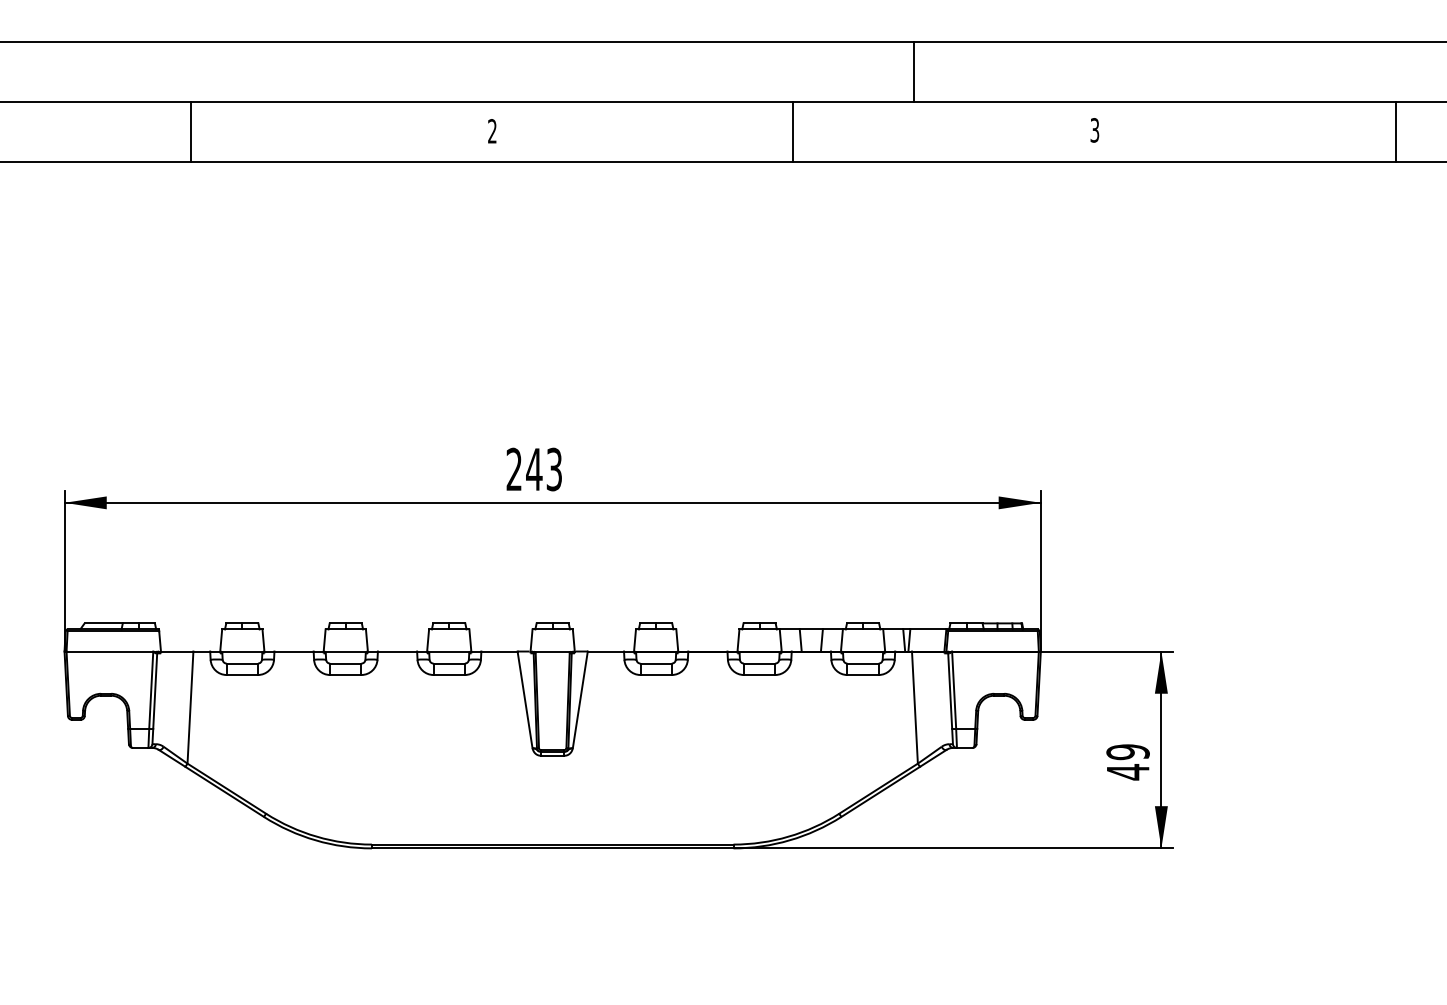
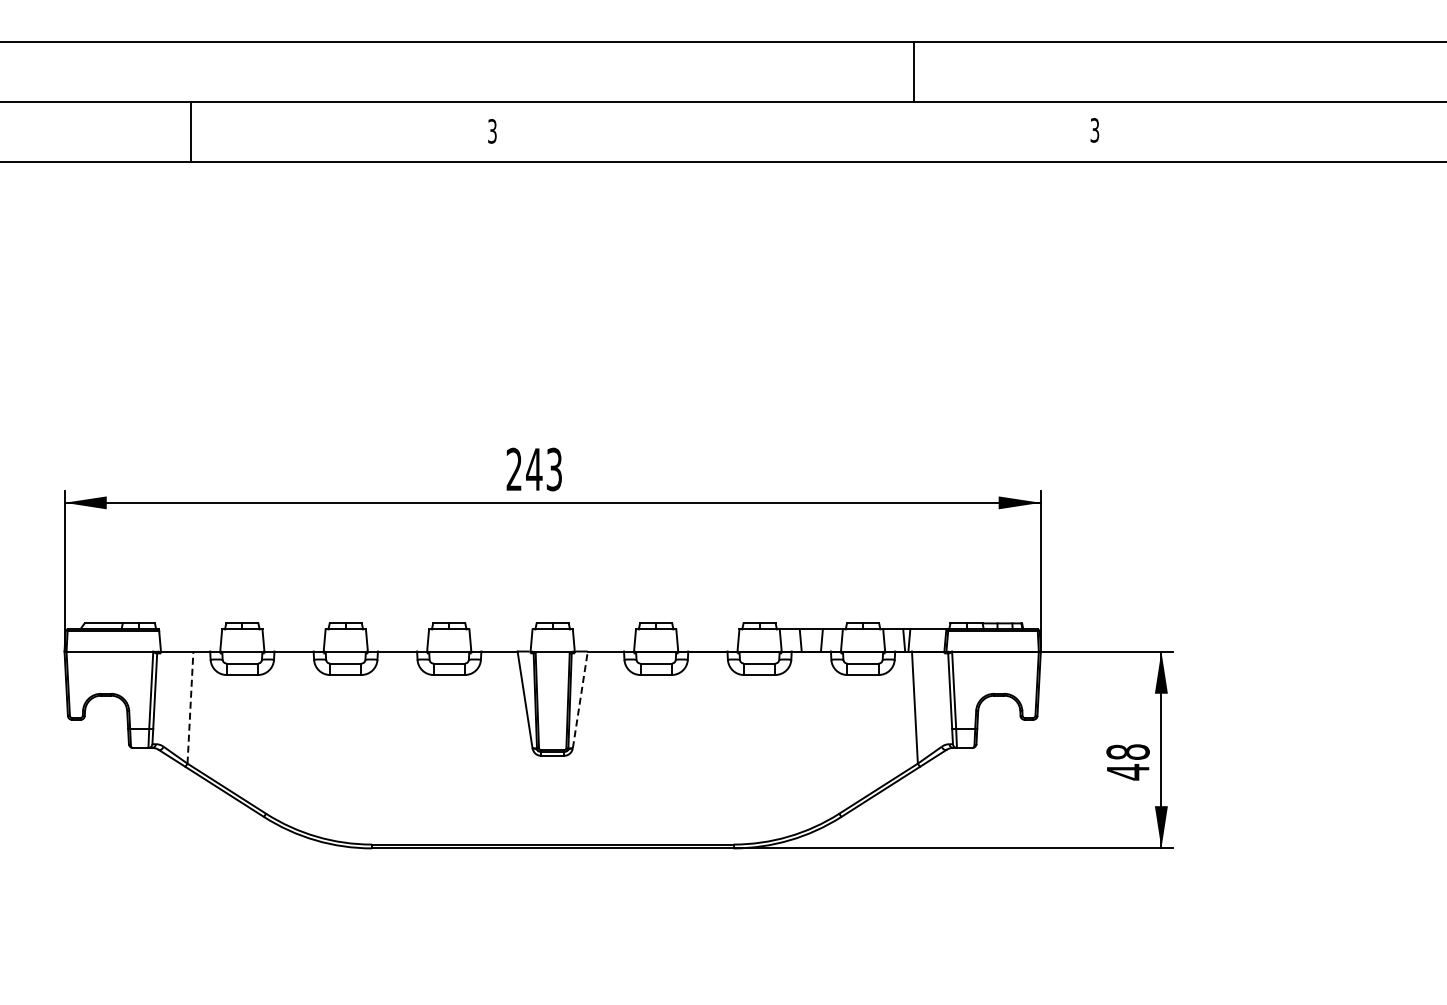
text at (492, 131): 2 -> 3
line at (793, 131): present -> none
line at (1396, 131): present -> none
line at (580, 699): solid -> dashed
line at (190, 707): solid -> dashed
text at (1127, 752): 49 -> 48
